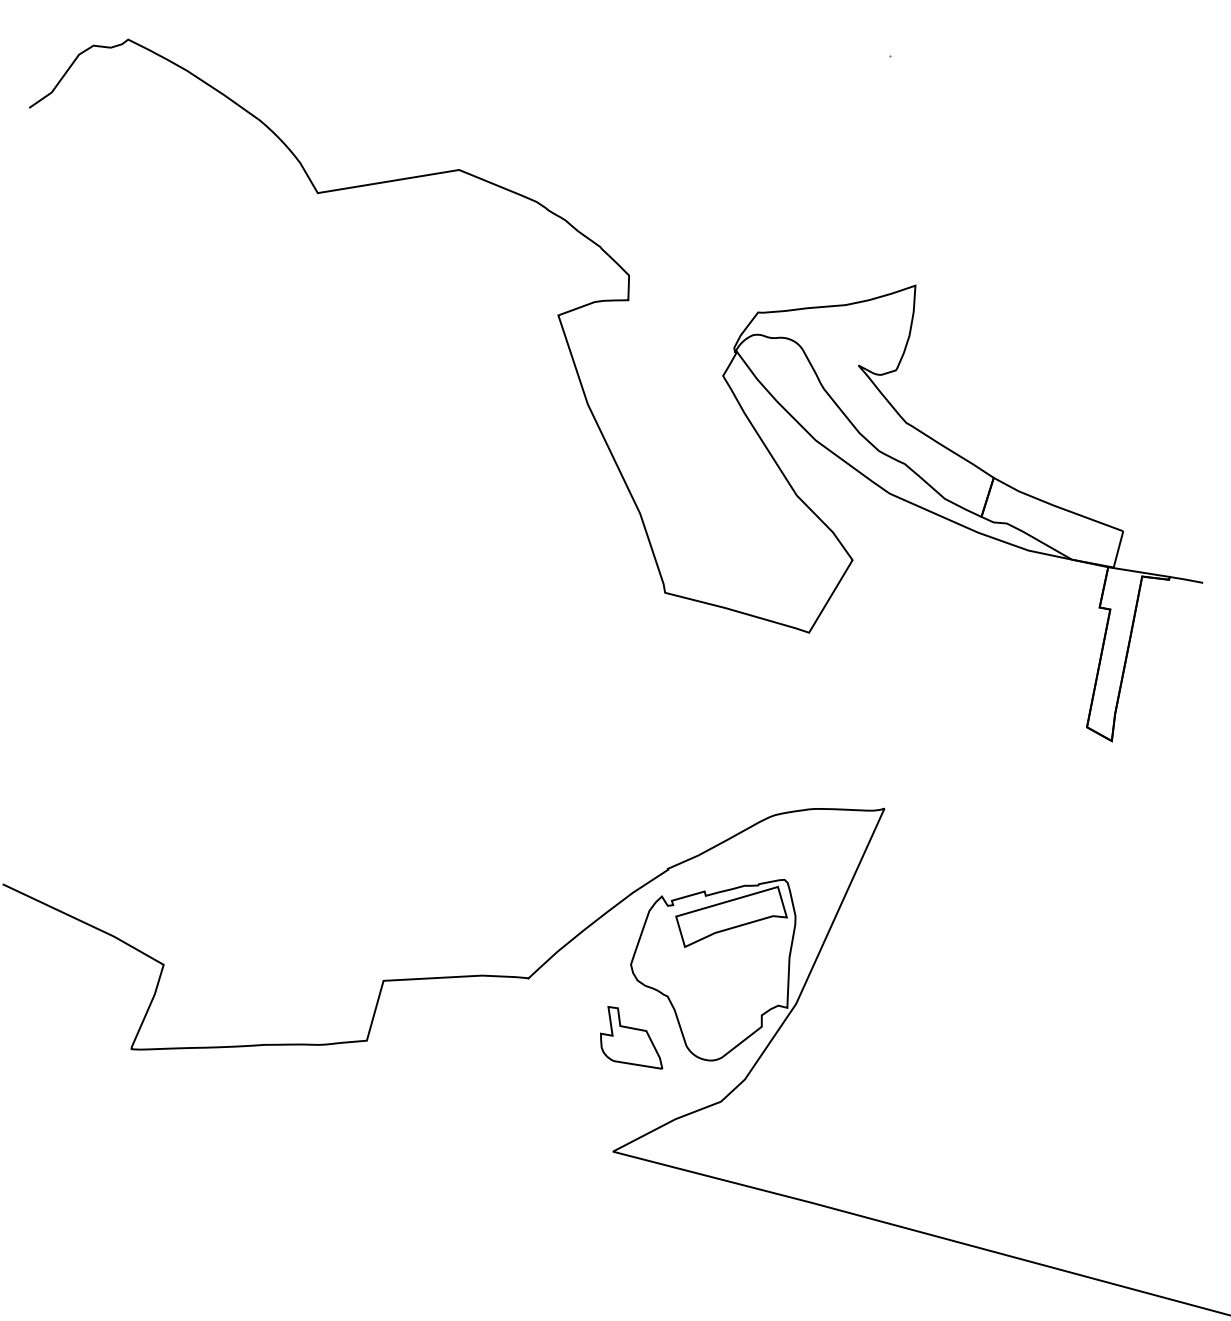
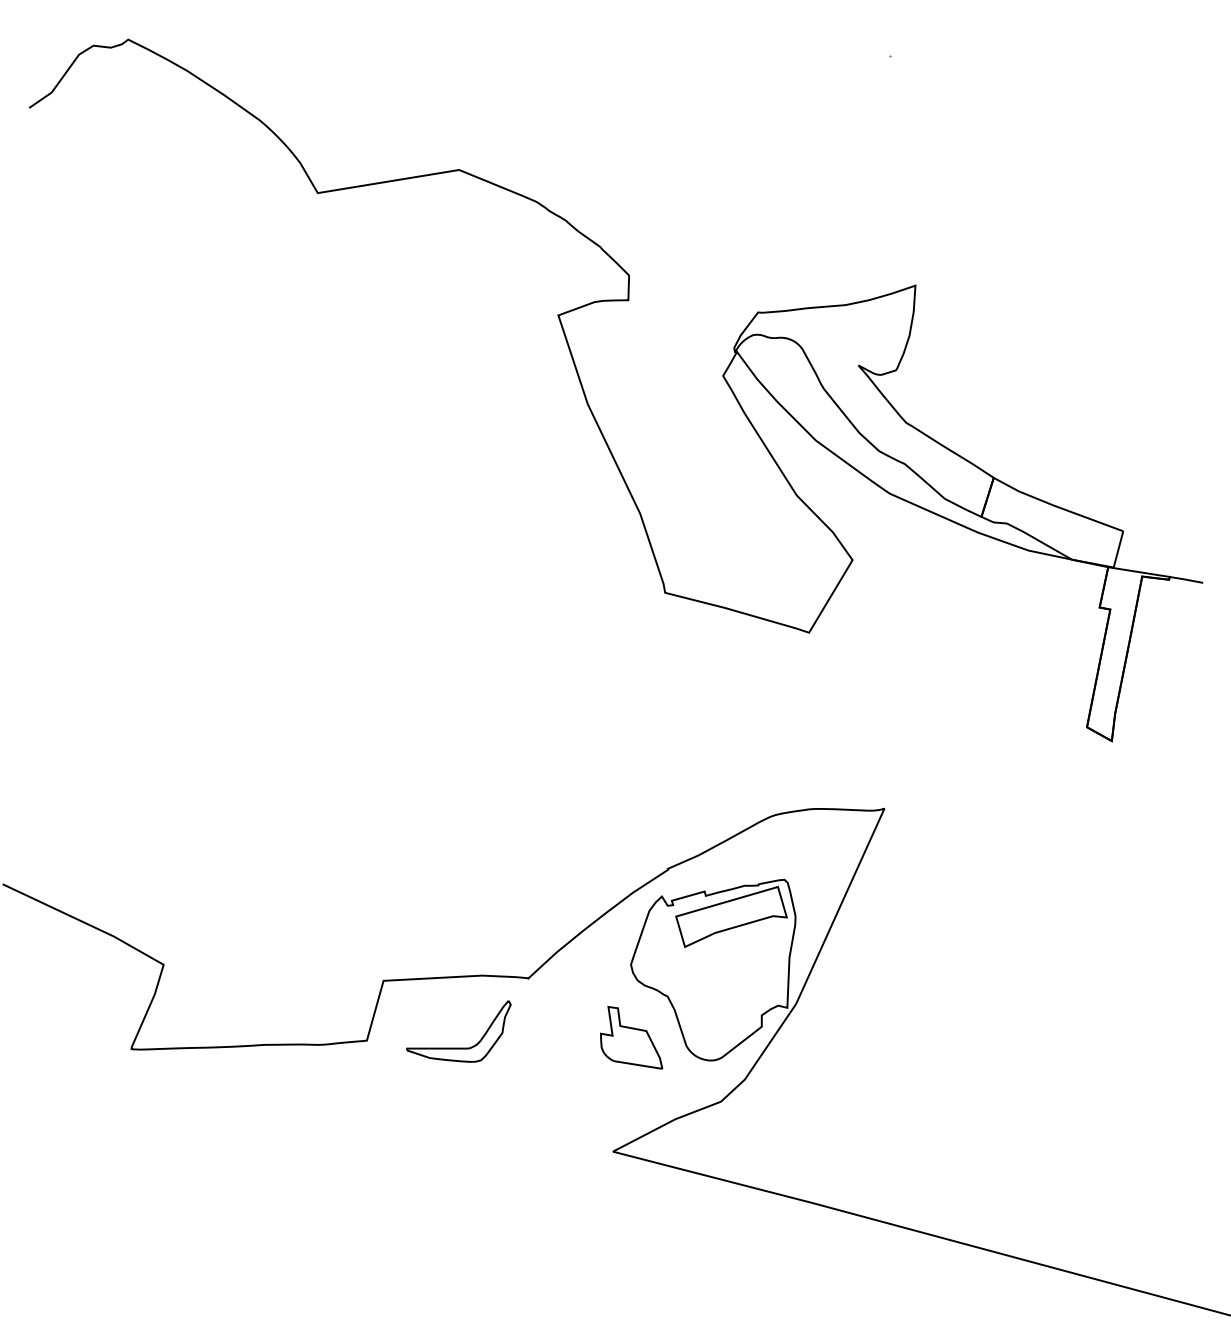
part at (458, 1047): none -> present
